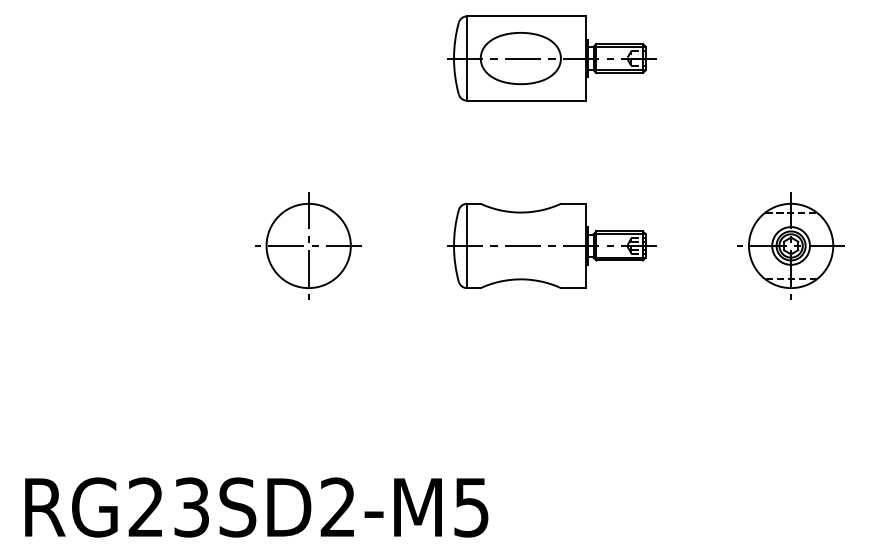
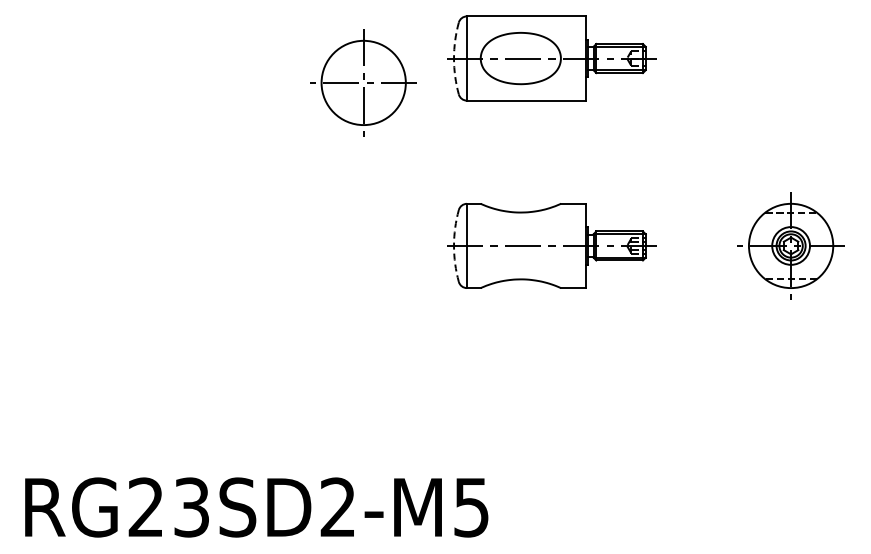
arc at (454, 58): solid -> dashed
part at (308, 245) position: (308, 245) -> (363, 82)
arc at (454, 245): solid -> dashed
